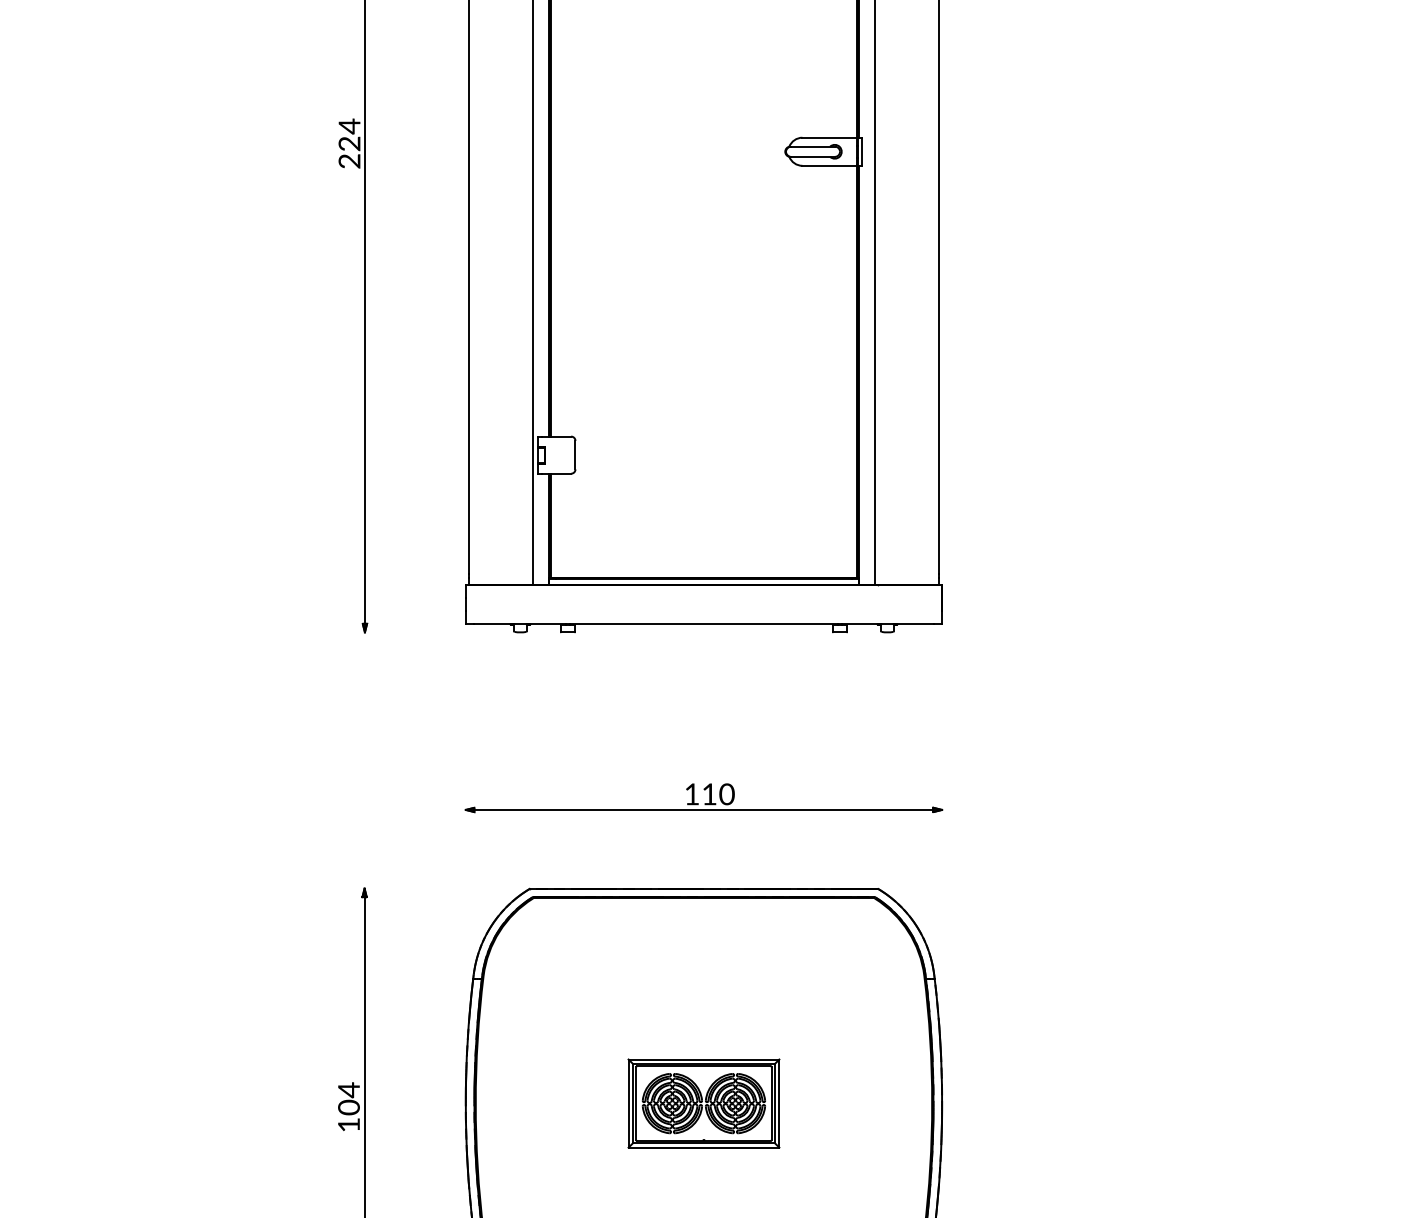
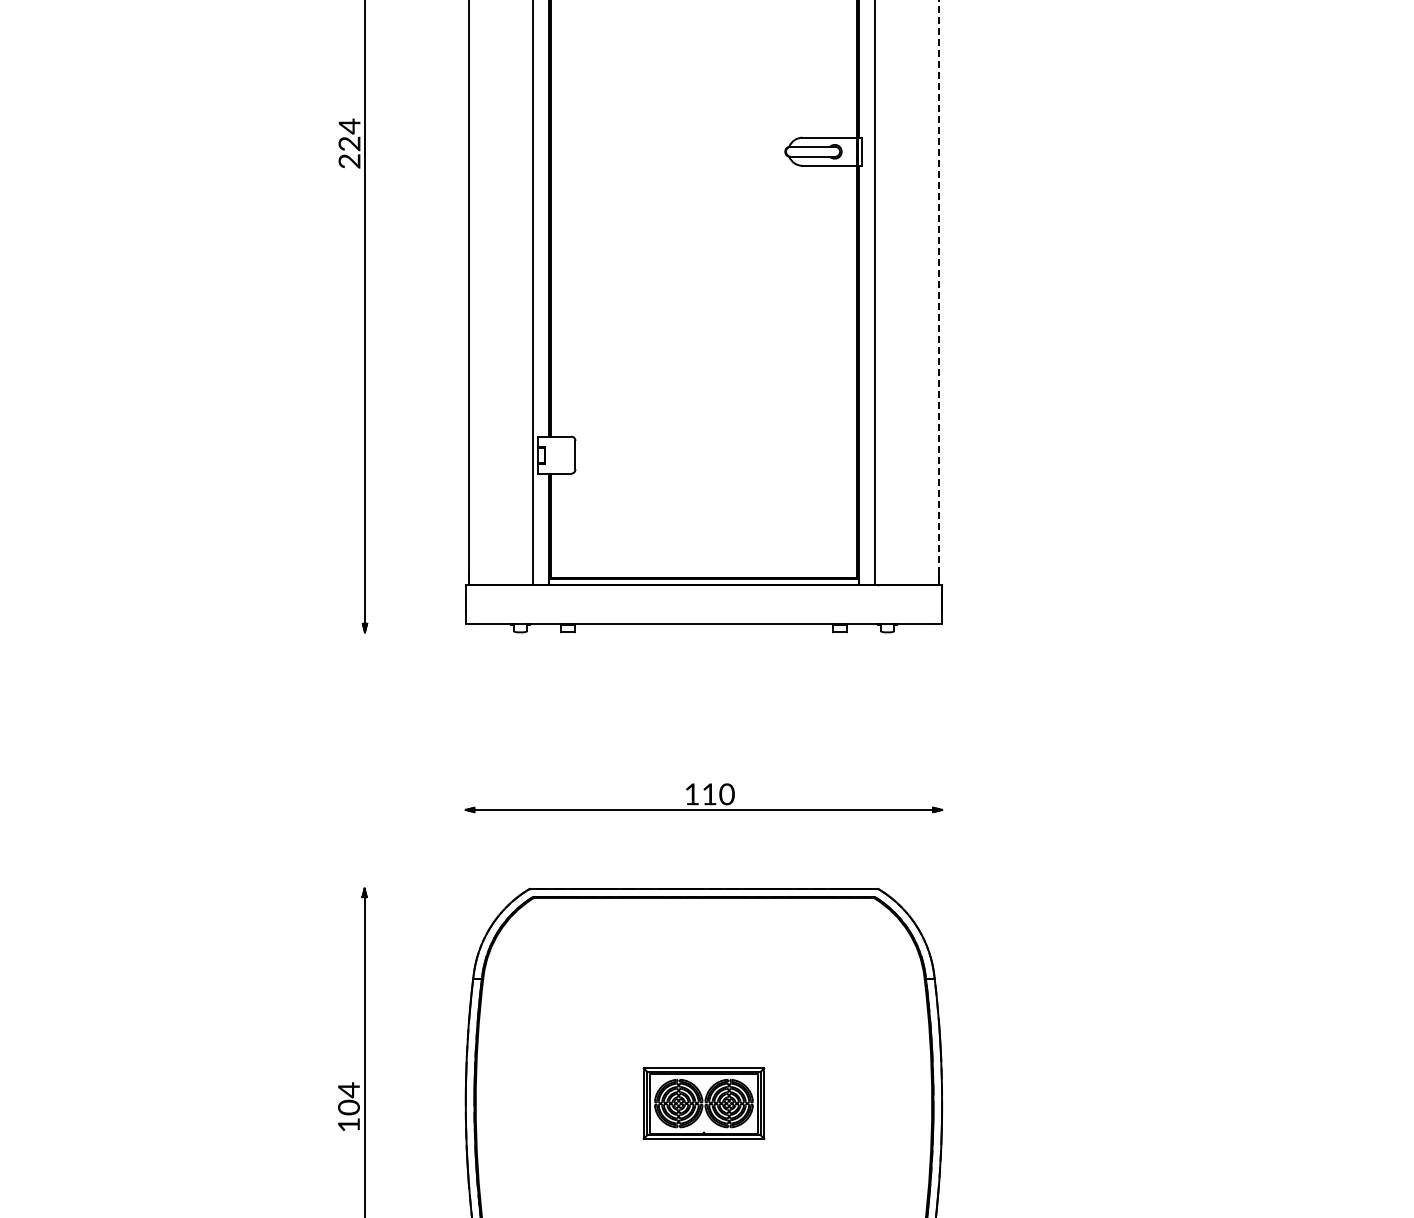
line at (939, 286): solid -> dashed
part at (703, 1103) size: 154x91 px -> 124x73 px
